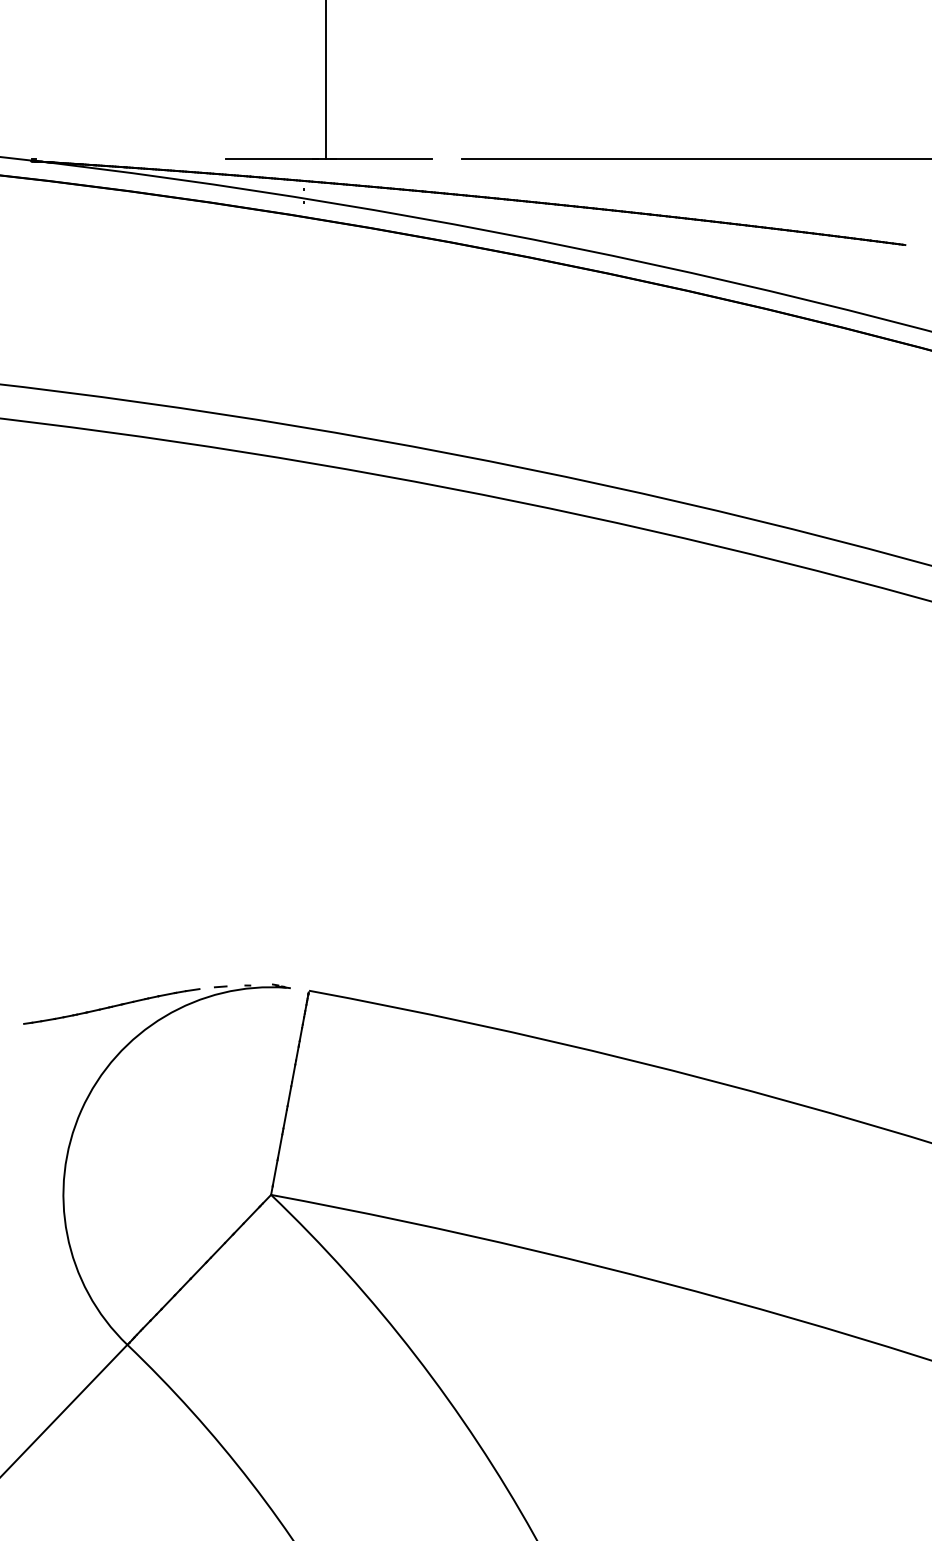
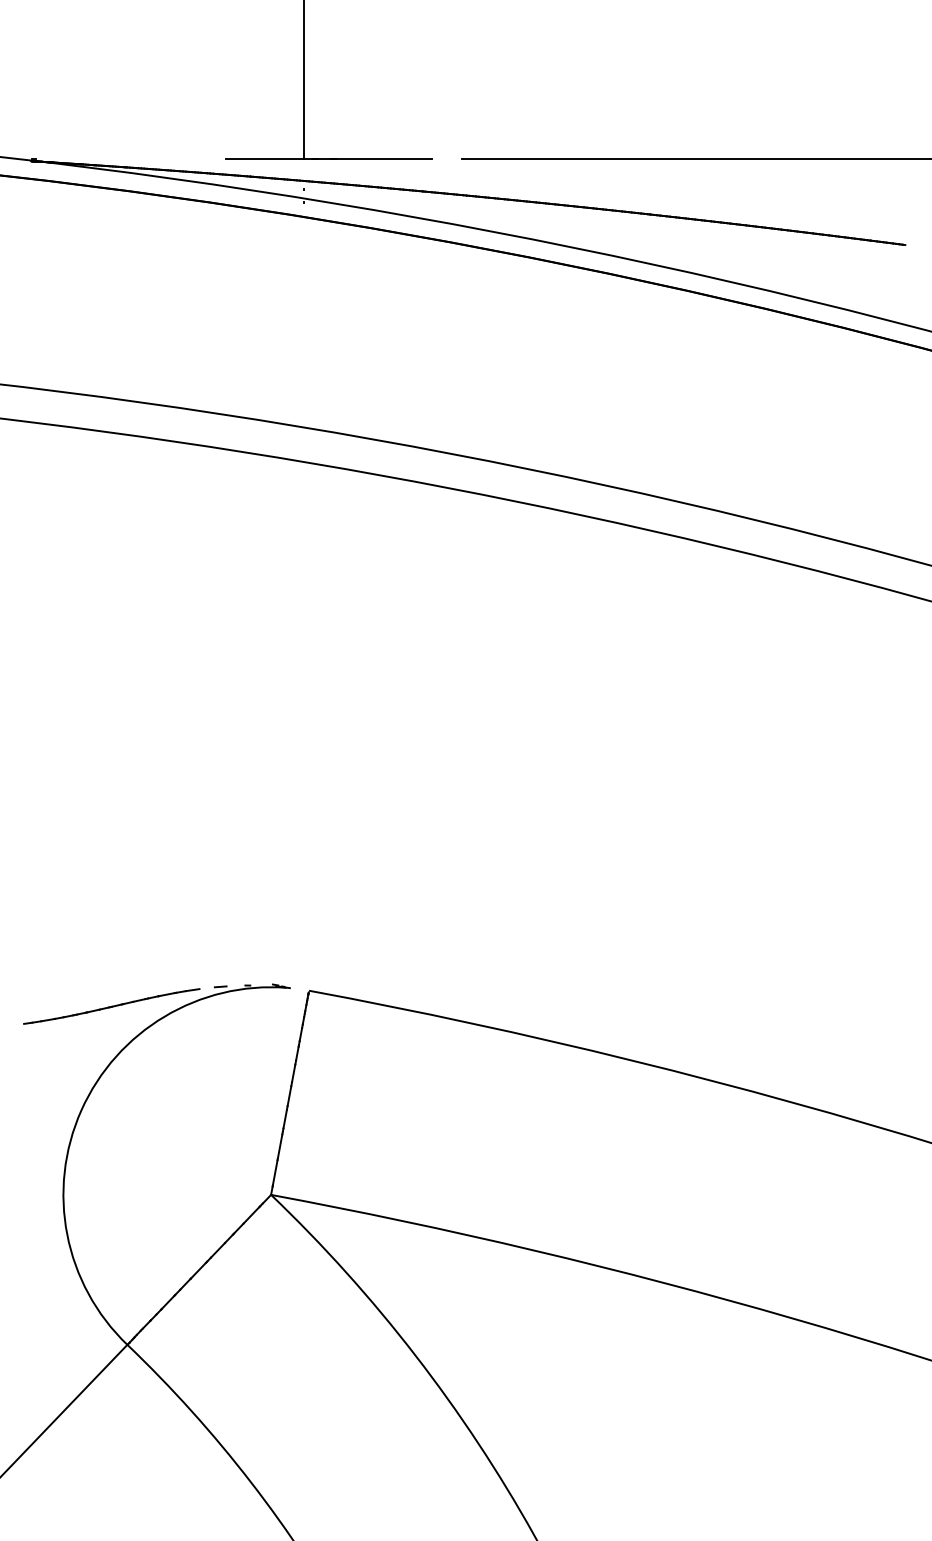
line at (325, 80) position: (325, 80) -> (303, 80)
